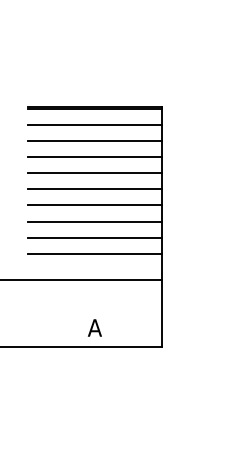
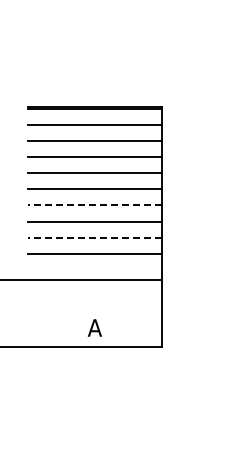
line at (94, 205): solid -> dashed
line at (94, 237): solid -> dashed
